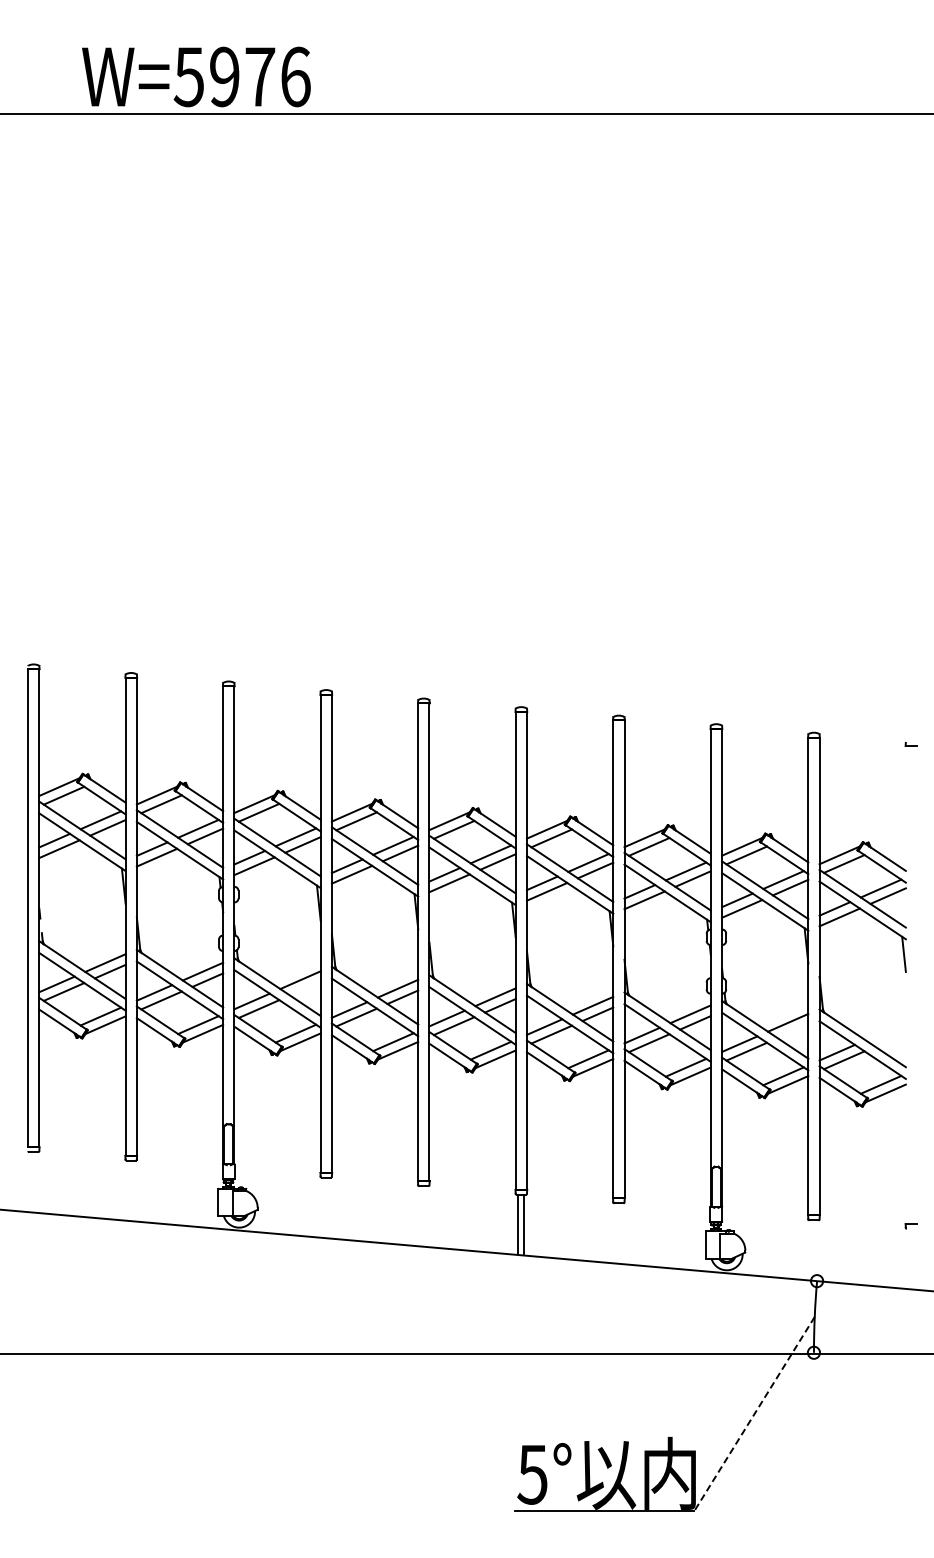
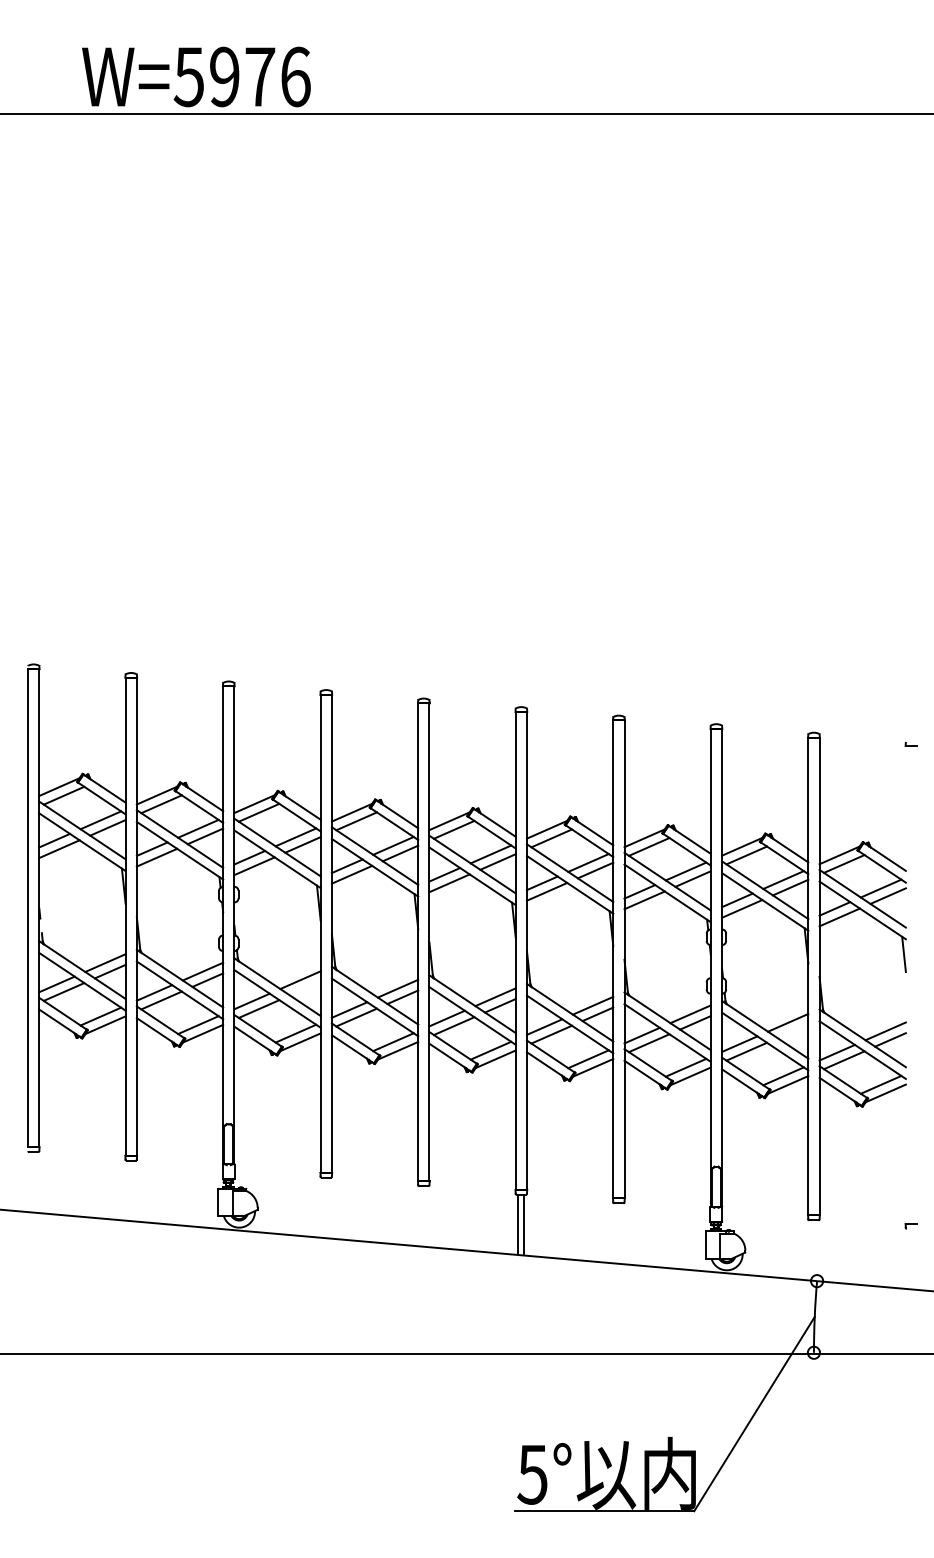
line at (885, 1031): none -> present
line at (890, 1039): none -> present
line at (754, 1414): dashed -> solid
